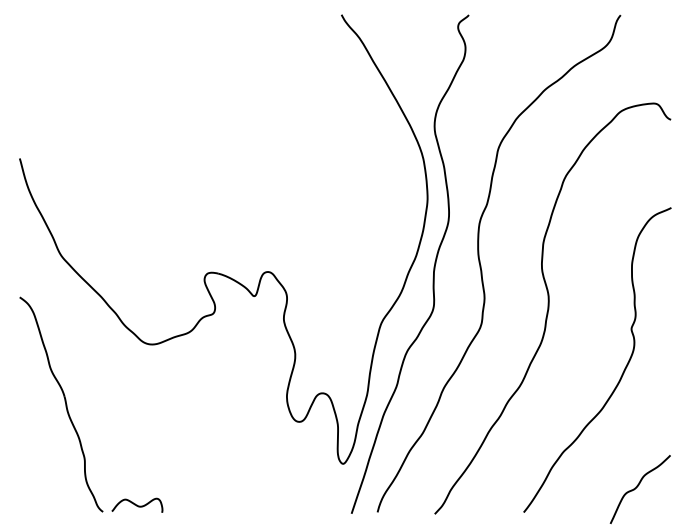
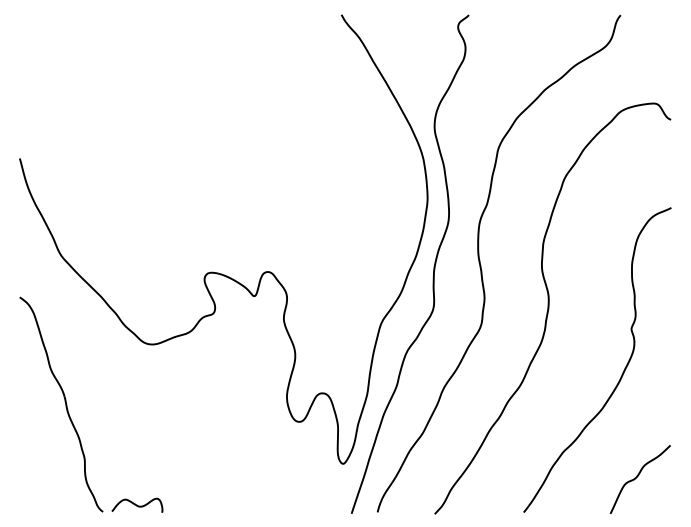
curve at (637, 487) position: (637, 487) -> (637, 477)
